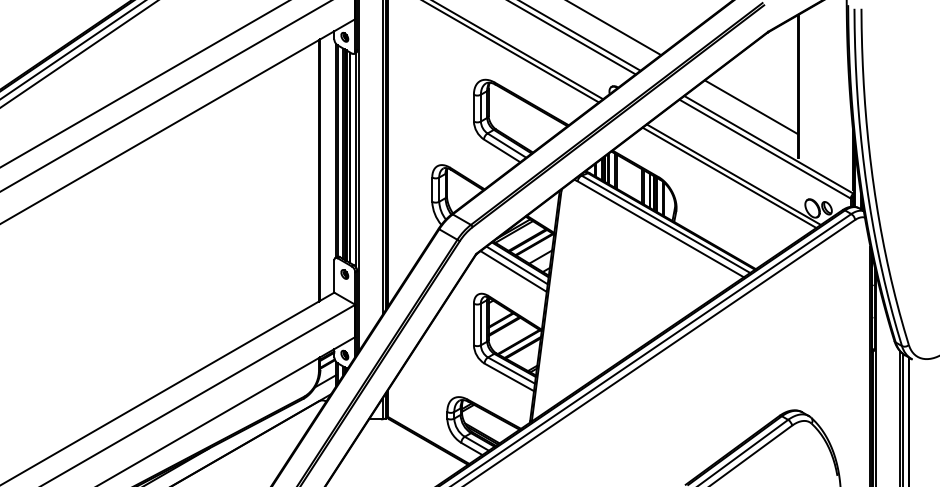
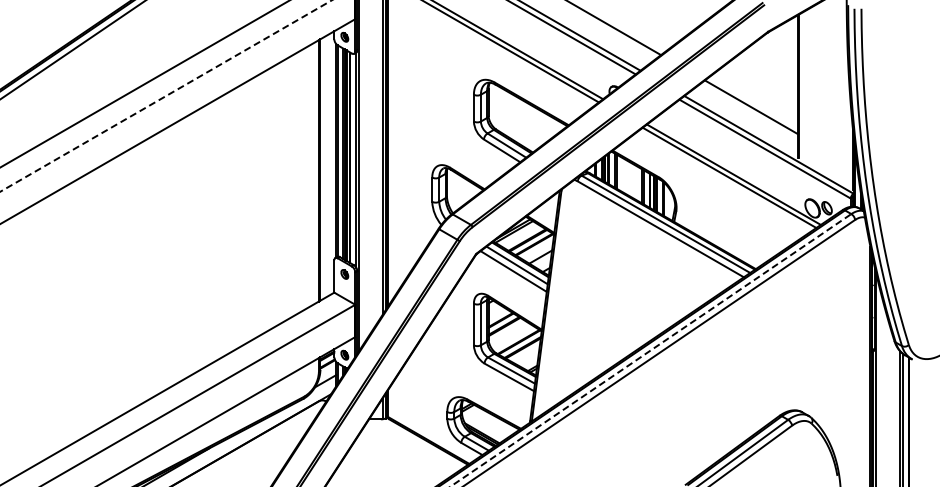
line at (78, 54): present -> none
line at (165, 96): solid -> dashed
line at (651, 350): solid -> dashed
